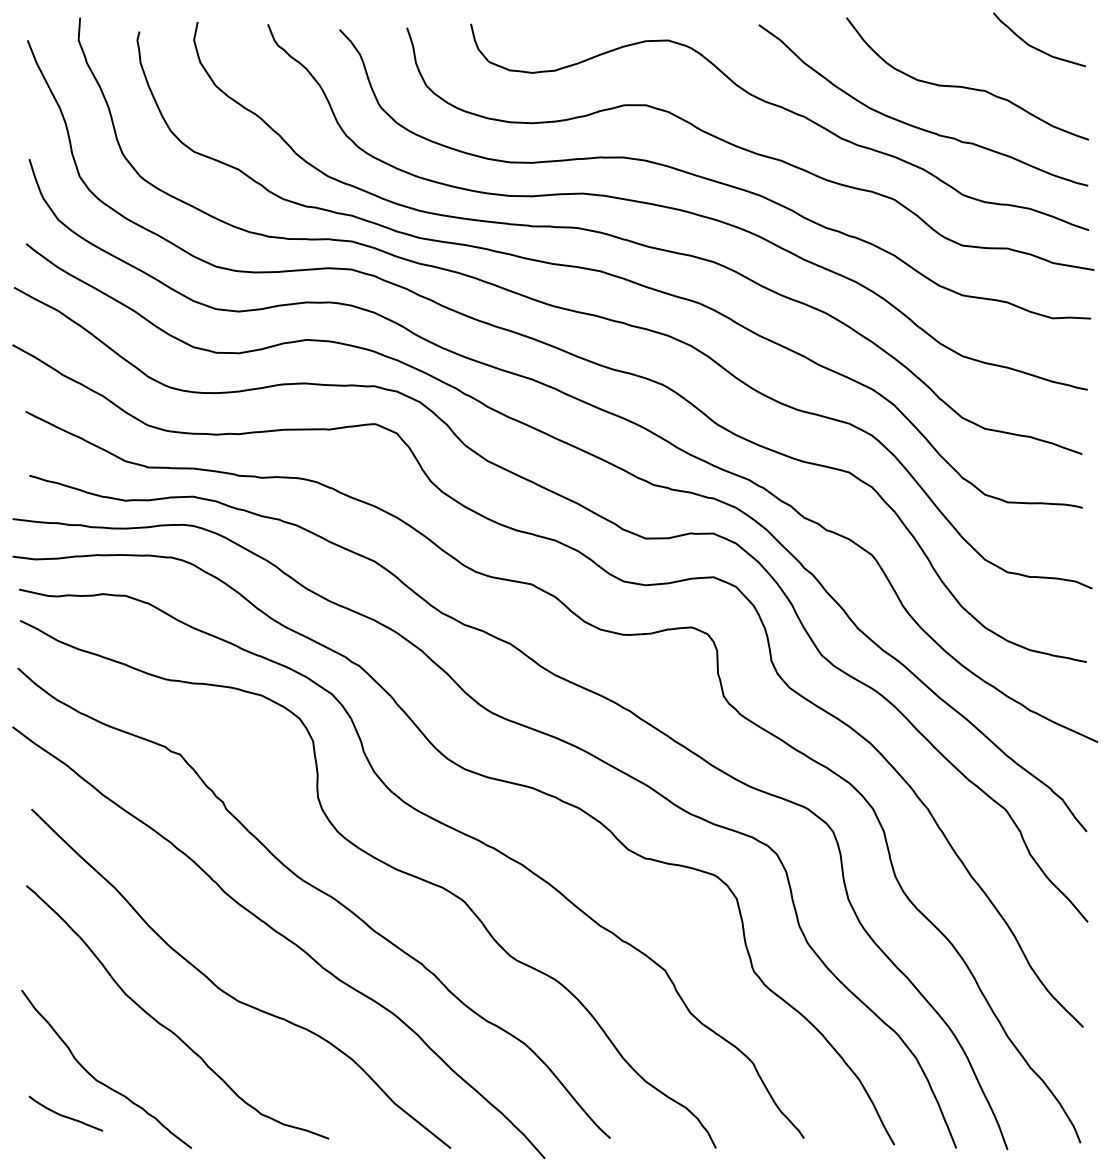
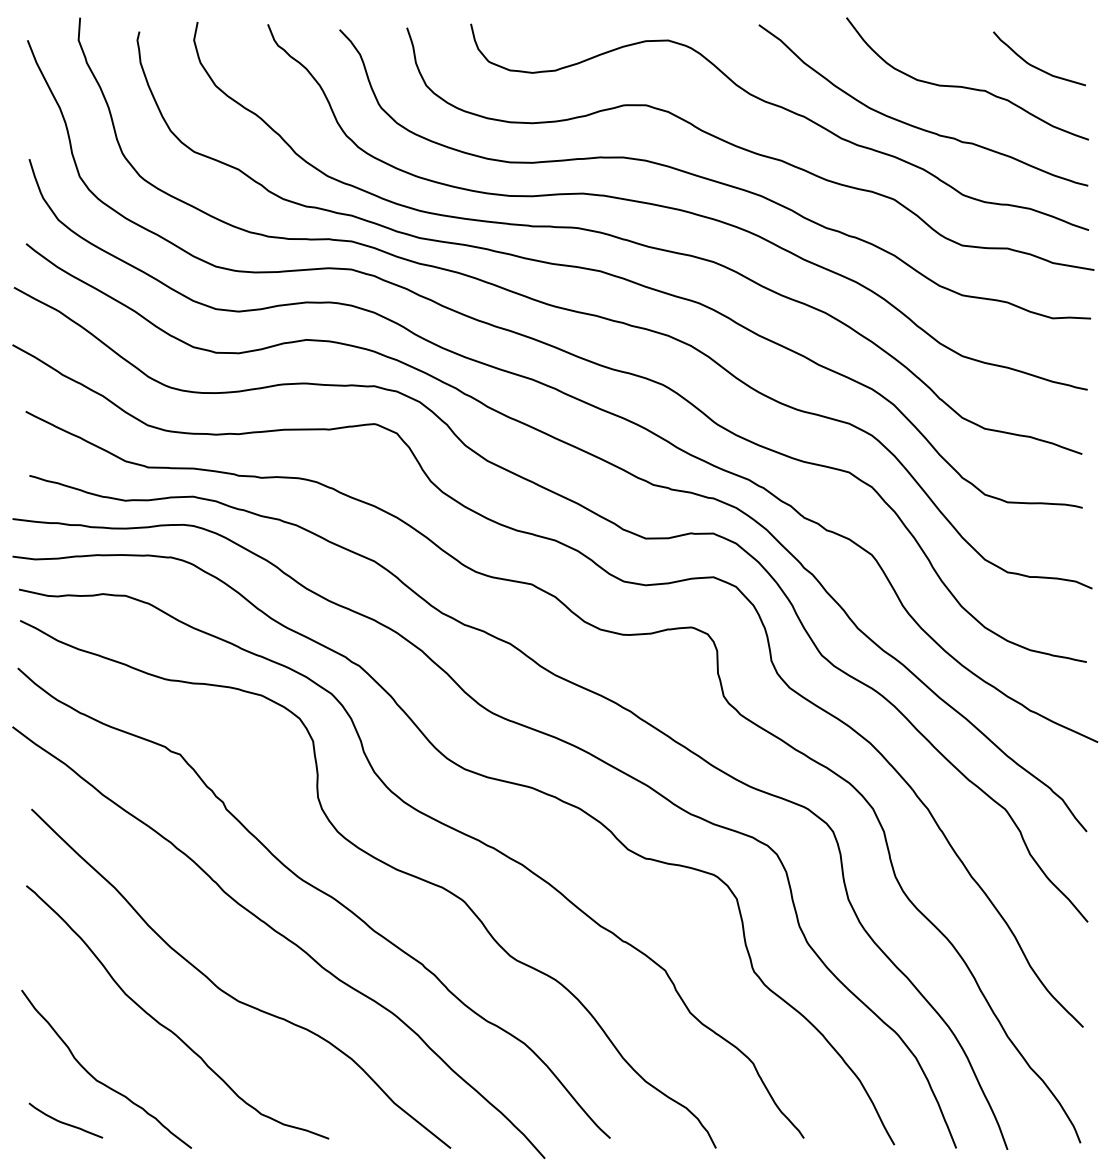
curve at (1036, 47) position: (1036, 47) -> (1036, 66)
curve at (65, 1115) position: (65, 1115) -> (65, 1122)
